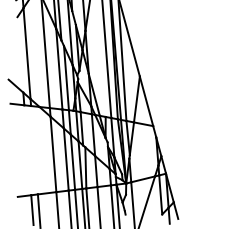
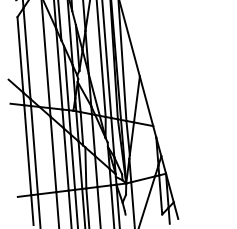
line at (20, 54): none -> present
line at (100, 59): none -> present
line at (27, 150): none -> present
line at (34, 150): none -> present
